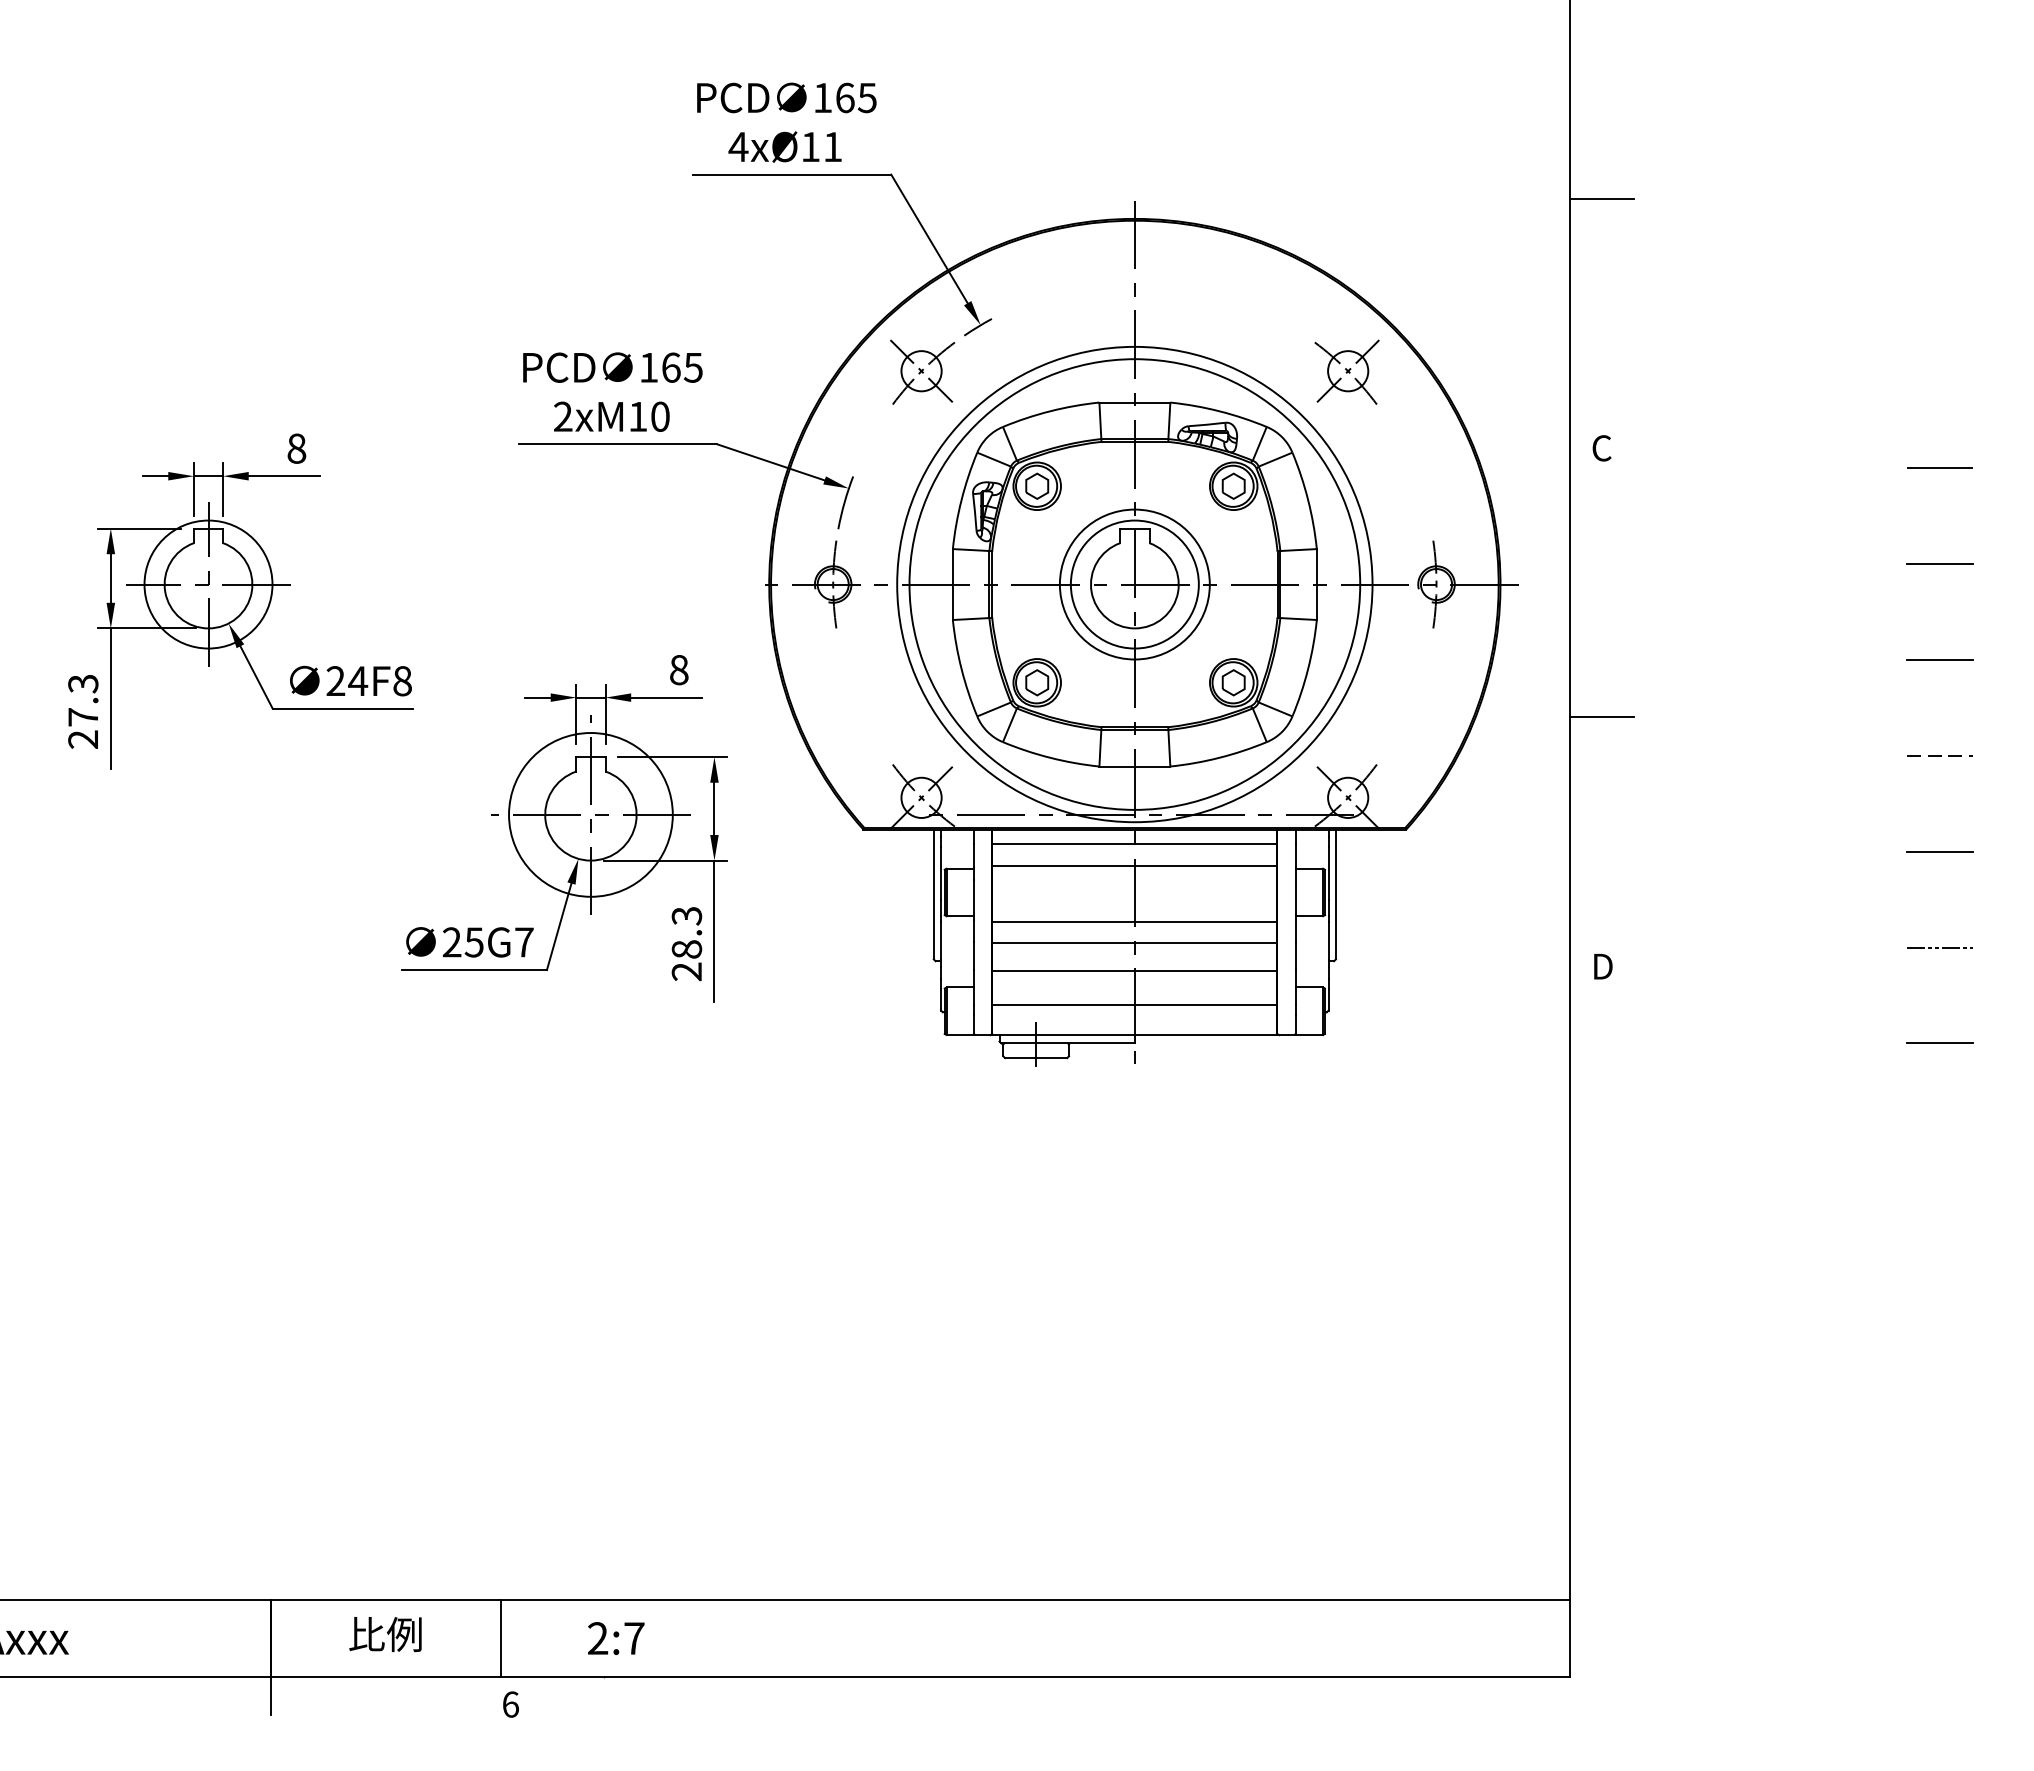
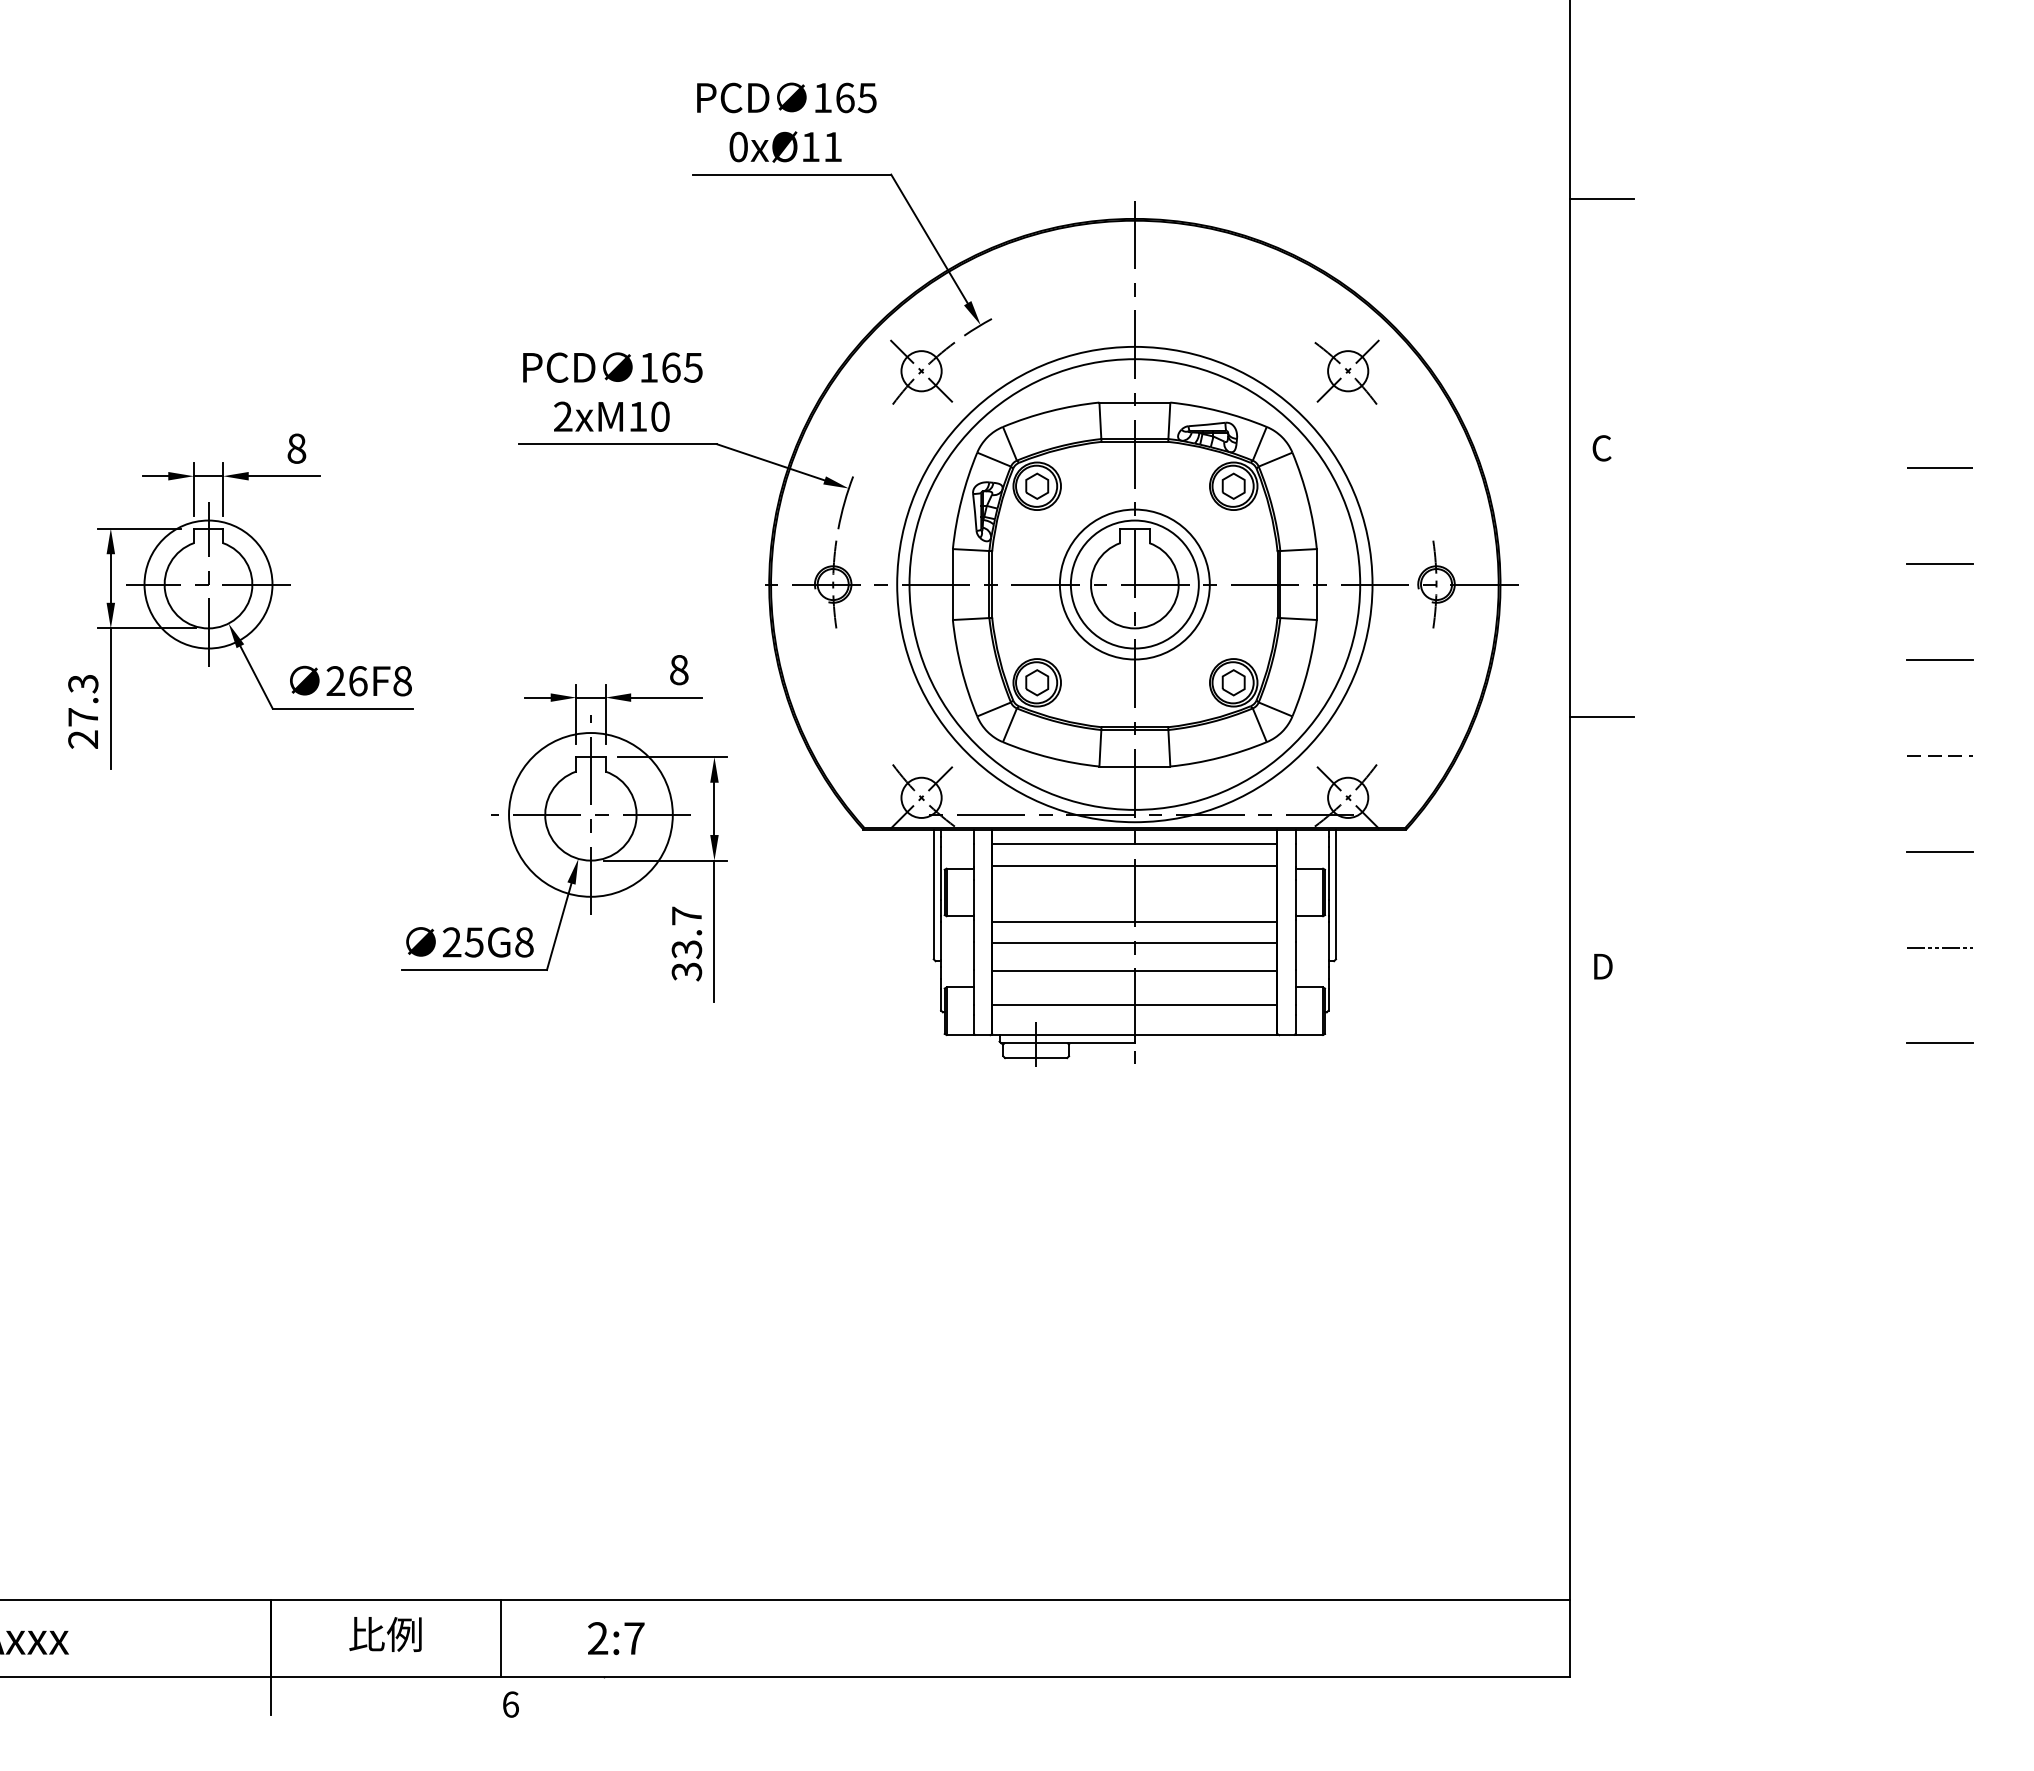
text at (738, 146): 4xØ11 -> 0xØ11
text at (358, 681): 24F8 -> 26F8
text at (524, 942): 25G7 -> 25G8
text at (686, 943): 28.3 -> 33.7
